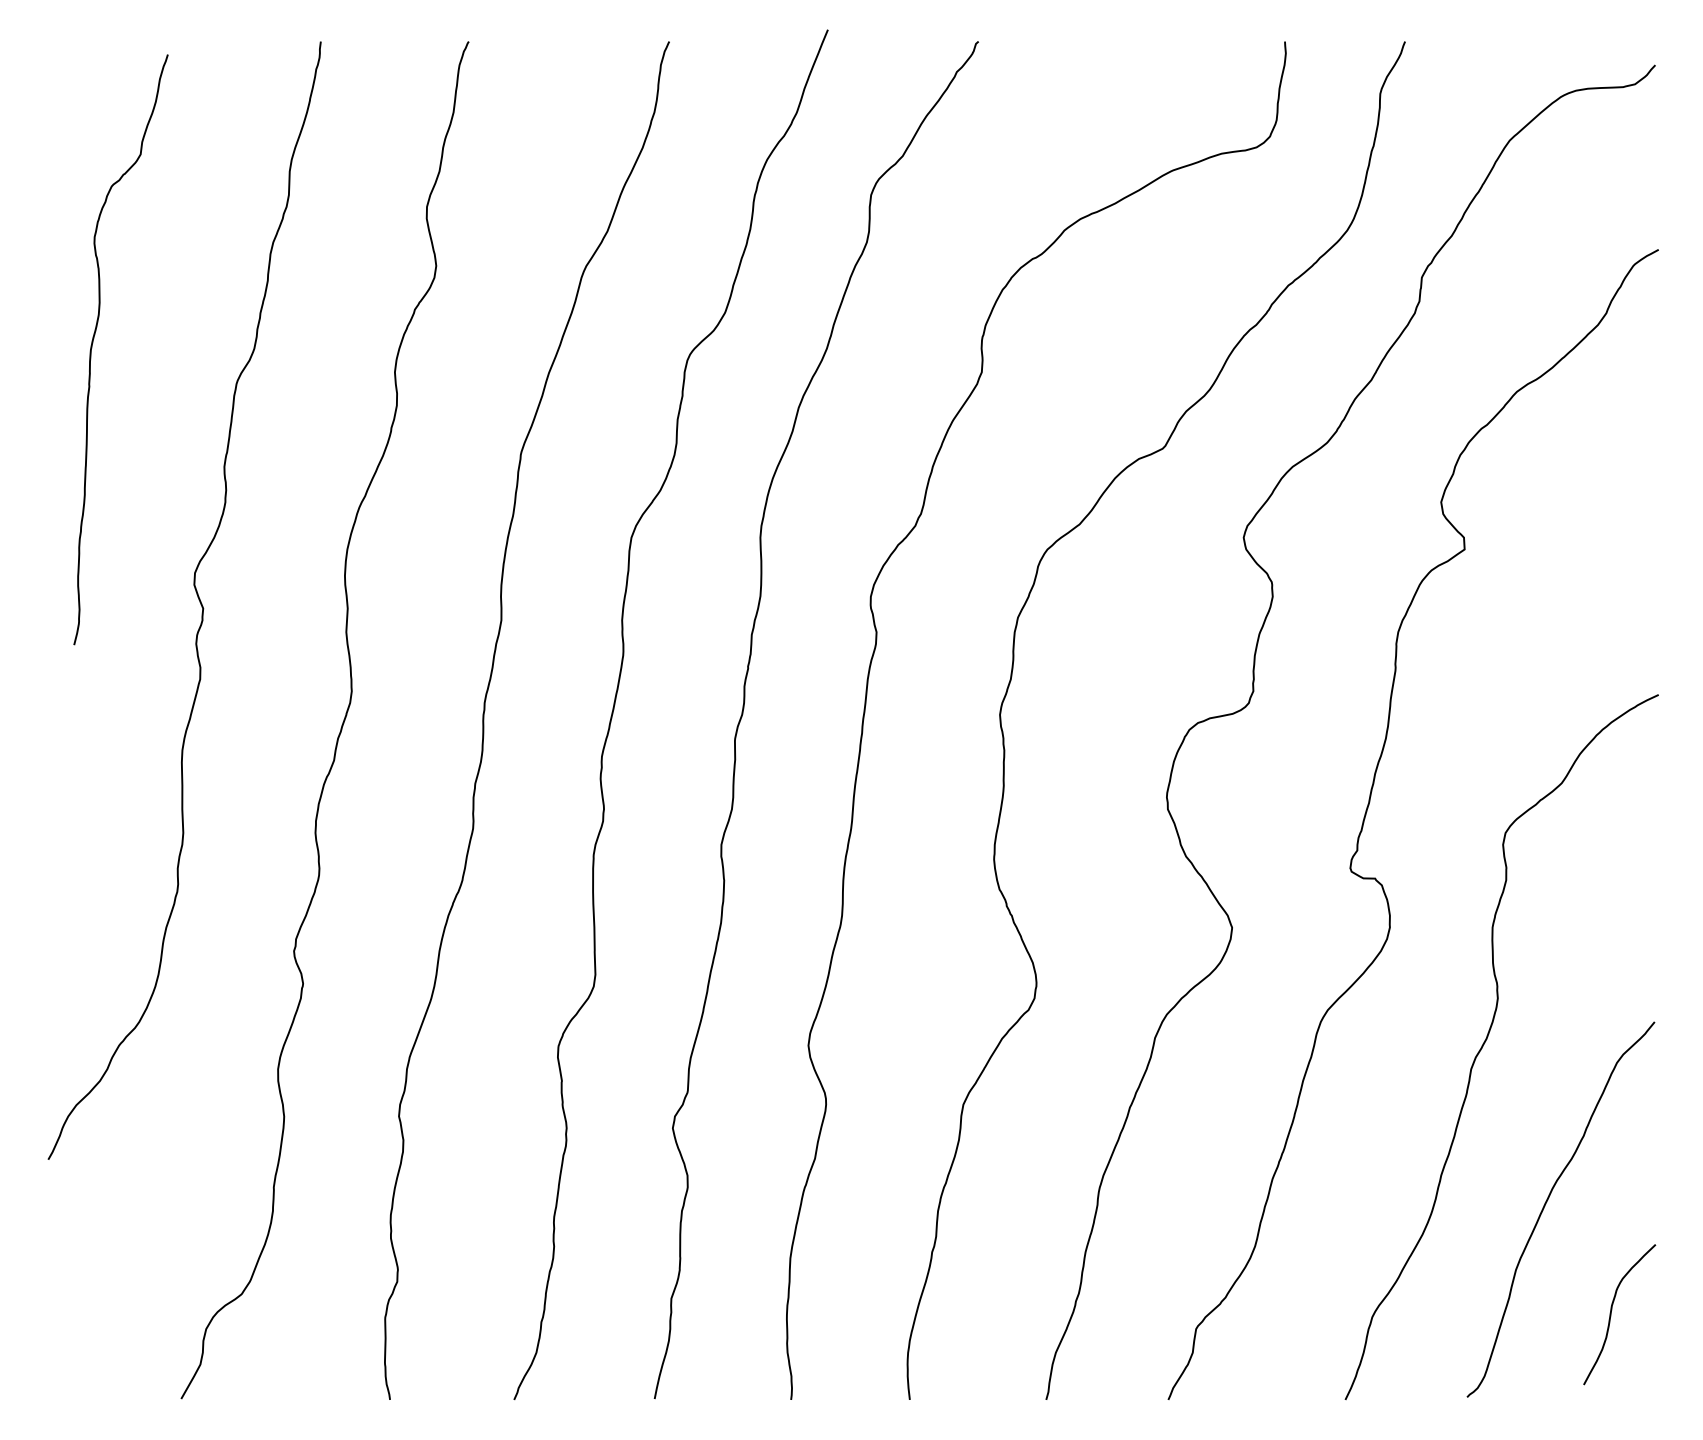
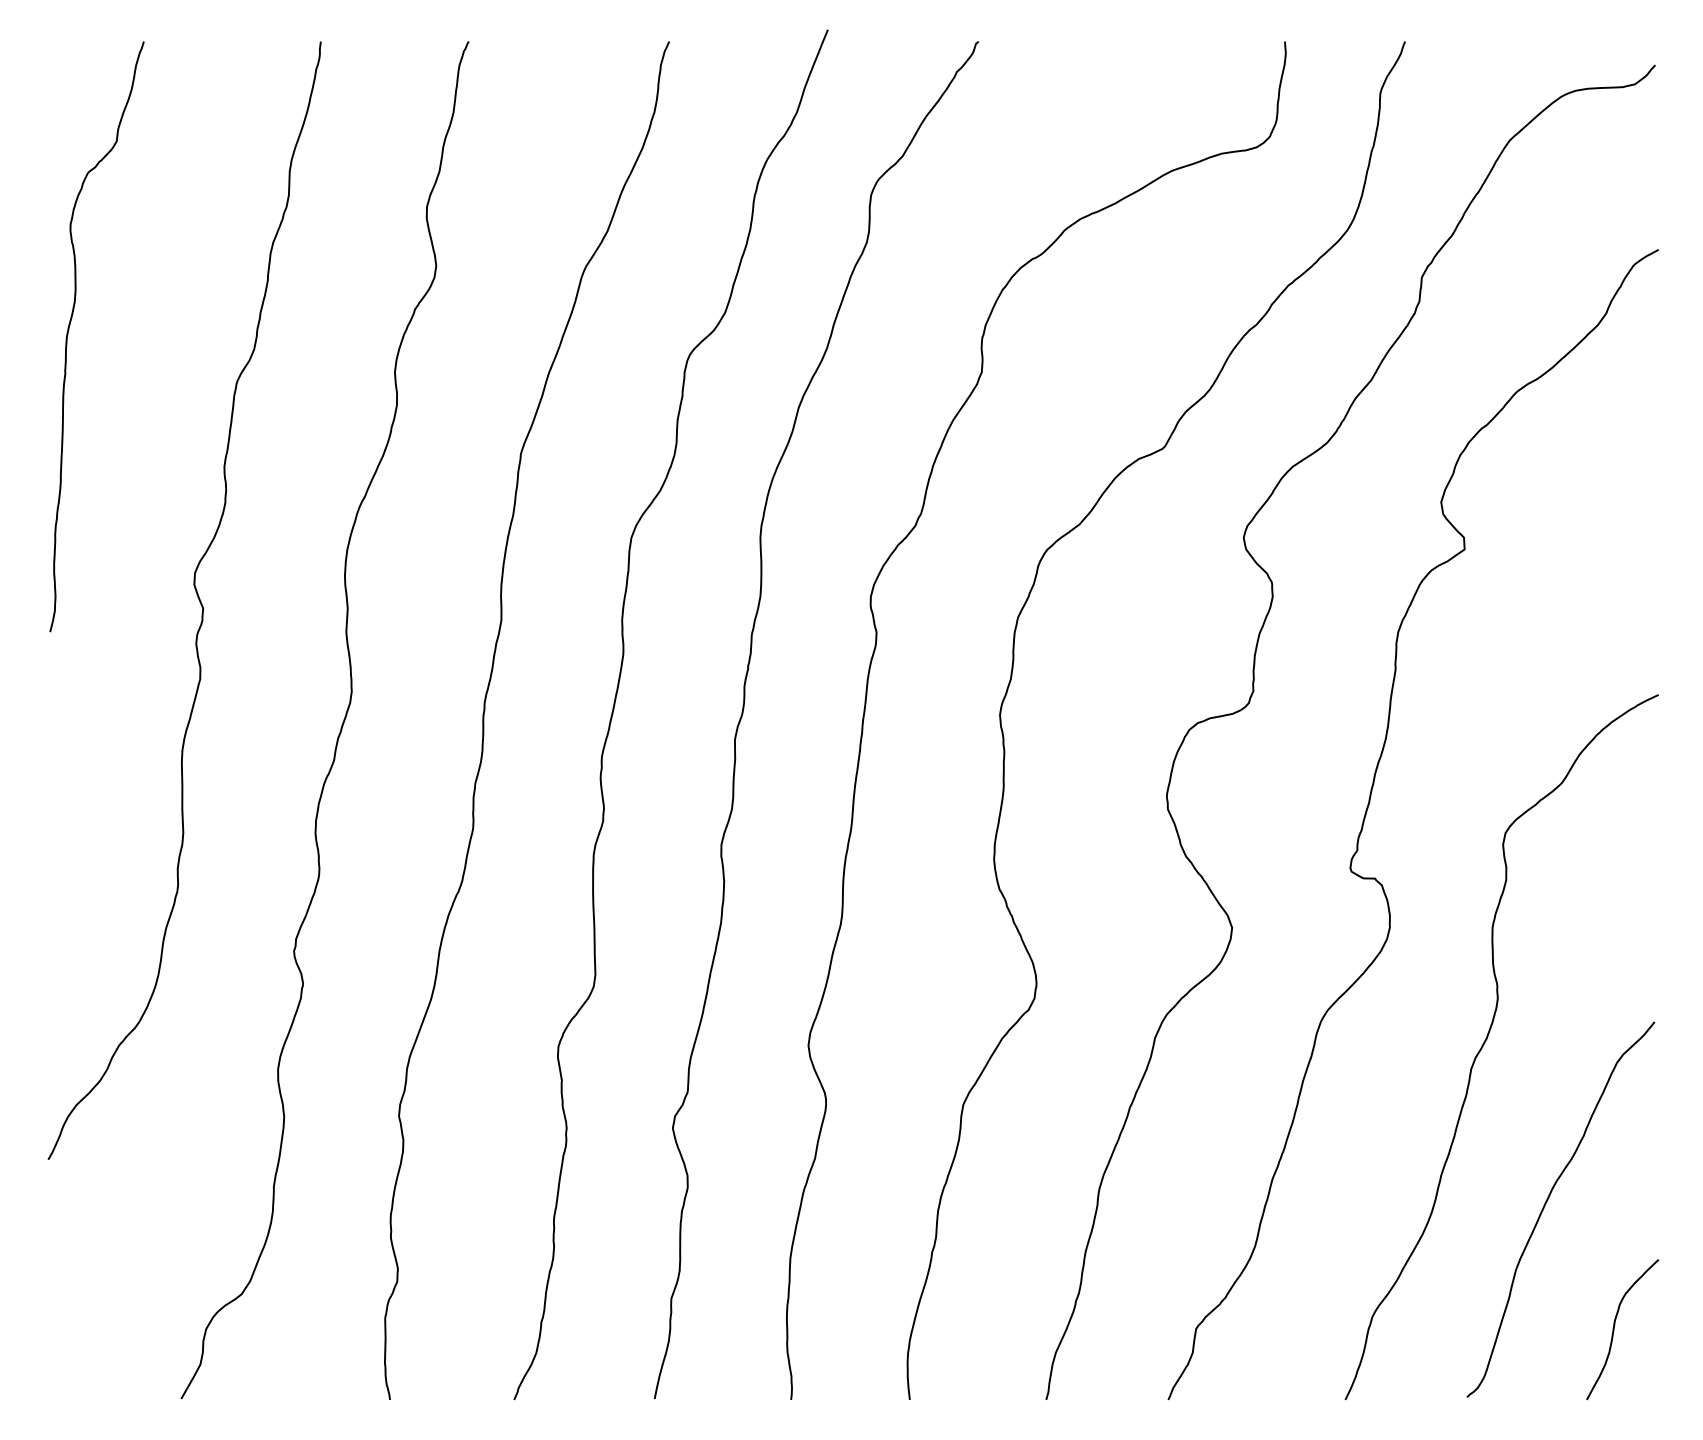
curve at (93, 343) position: (93, 343) -> (69, 330)
curve at (1611, 1314) position: (1611, 1314) -> (1614, 1329)
